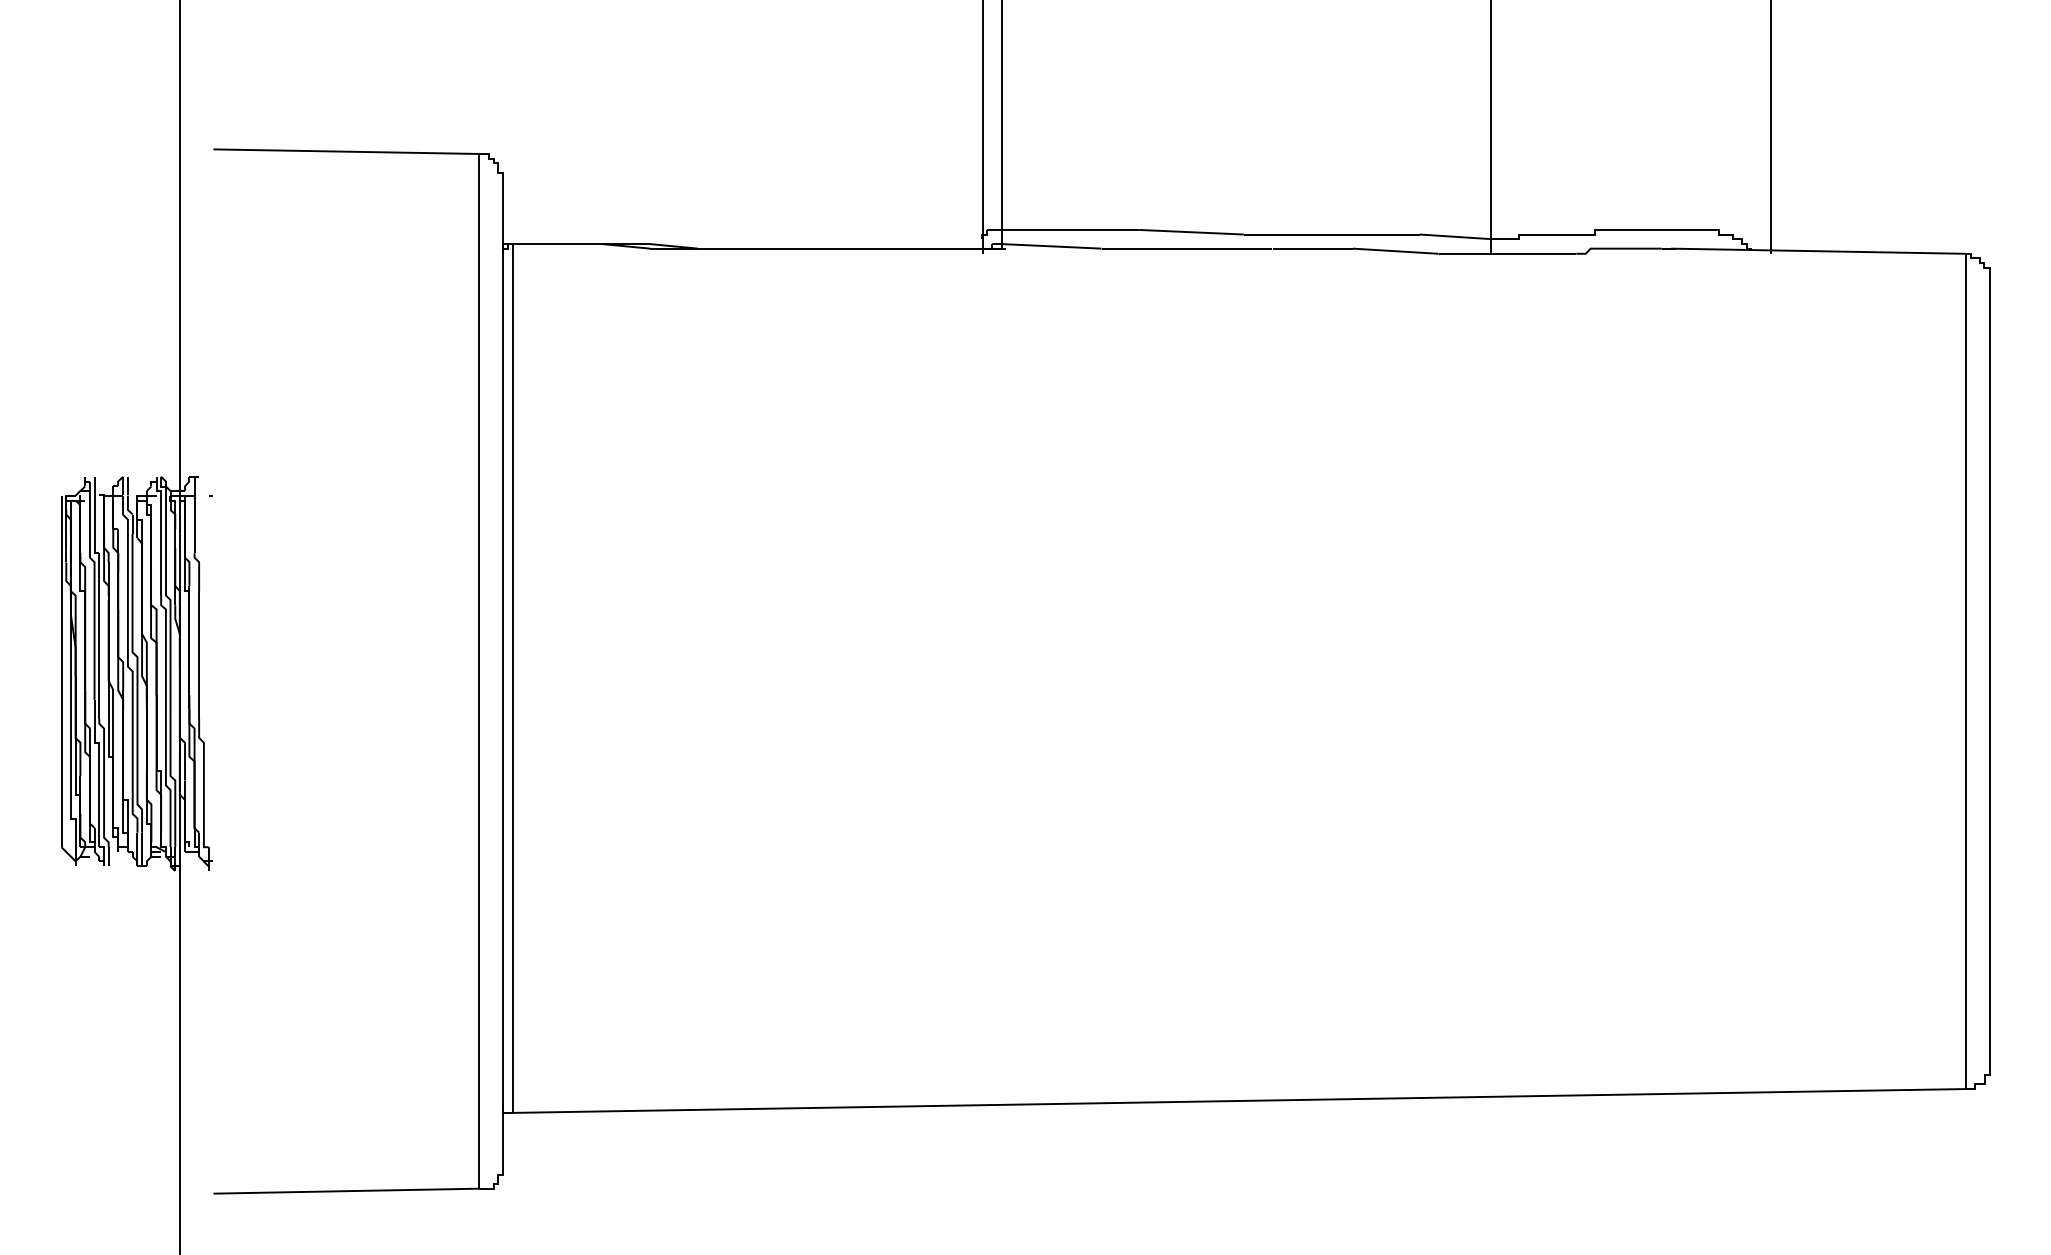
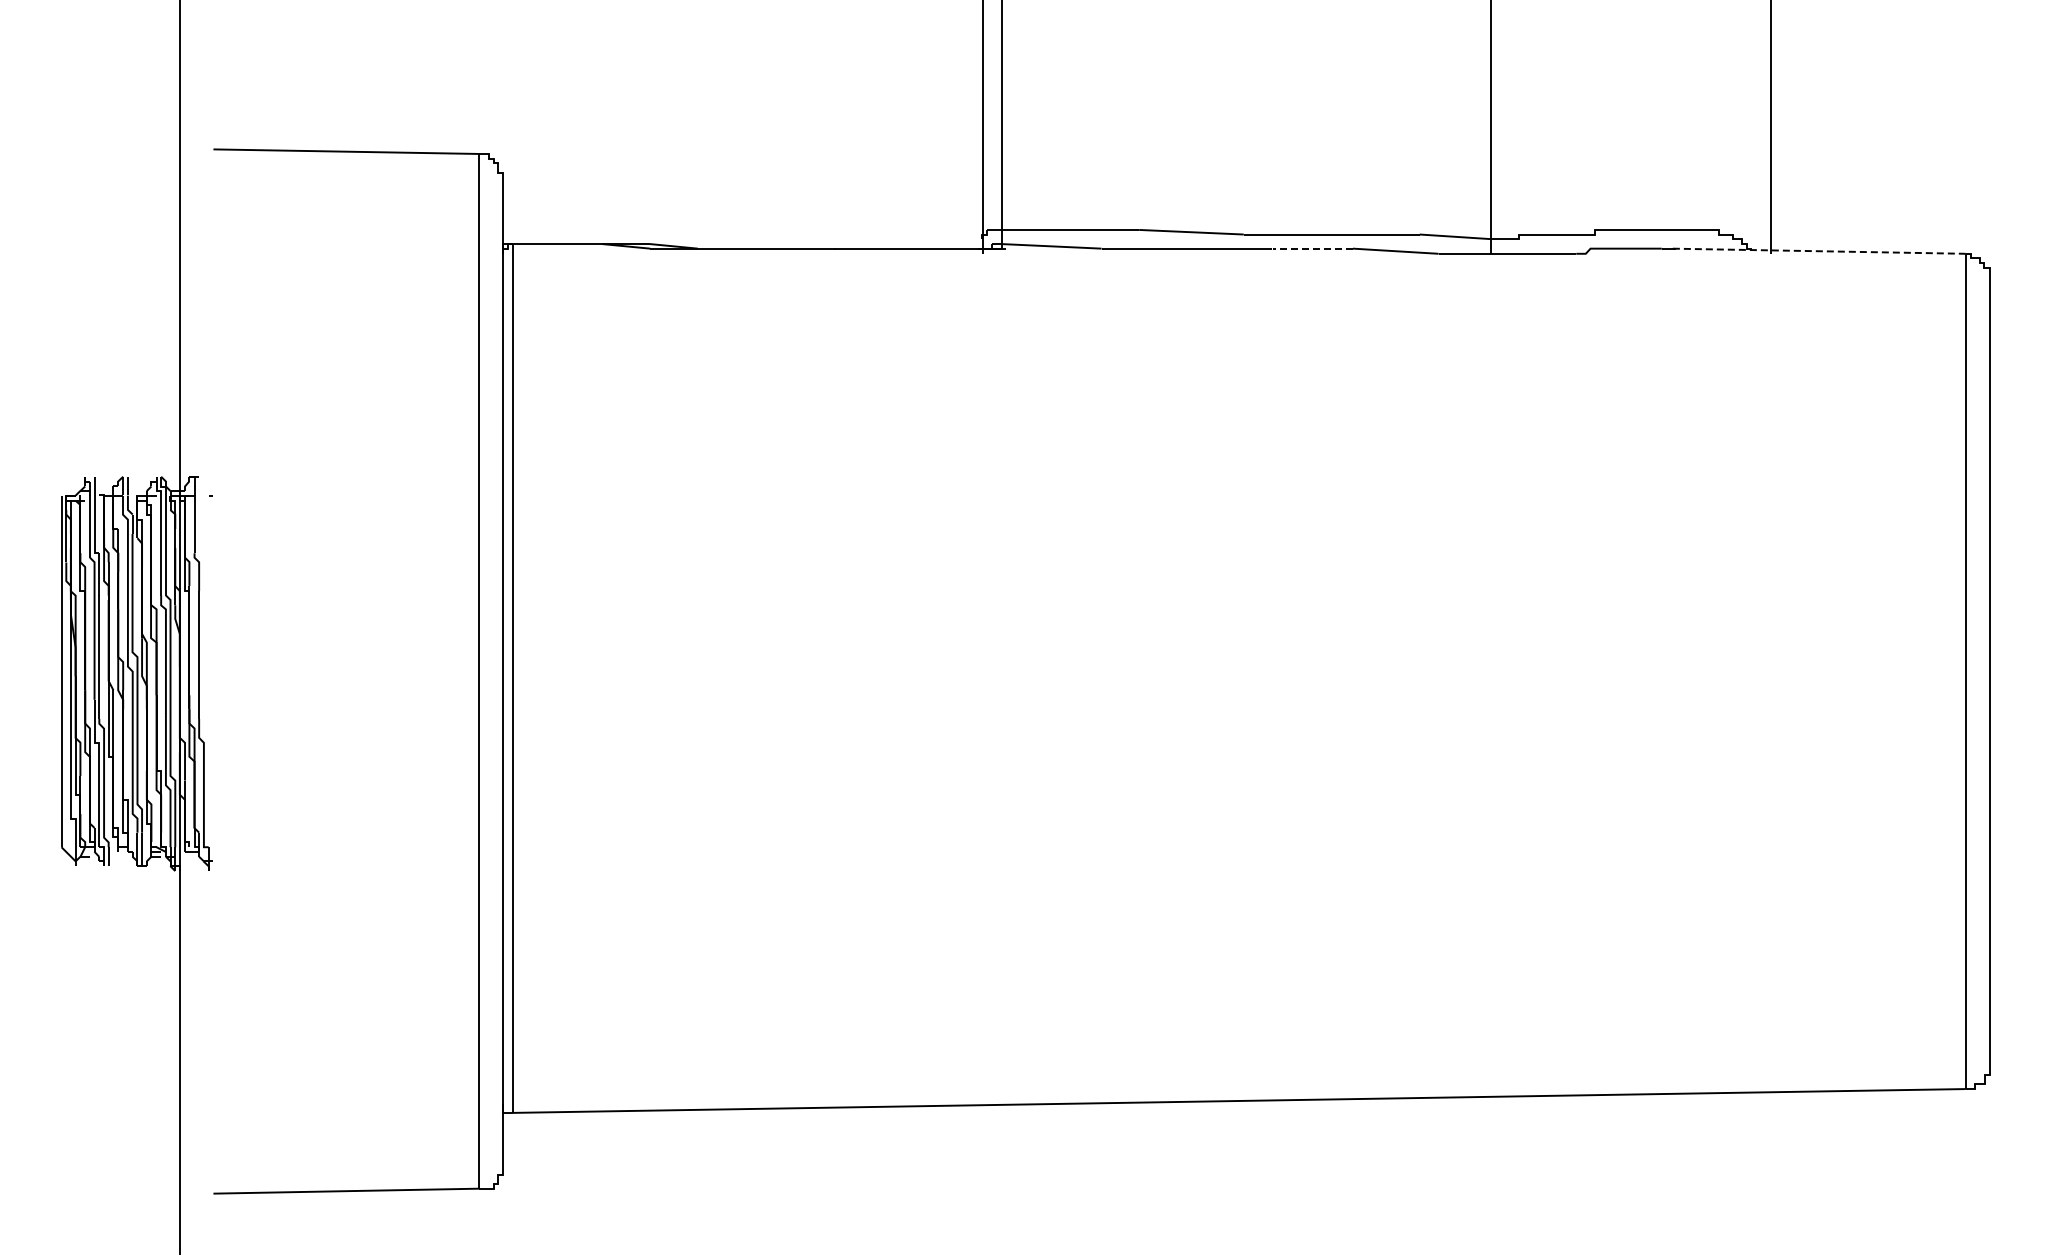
line at (1312, 248): solid -> dashed
line at (1818, 251): solid -> dashed
